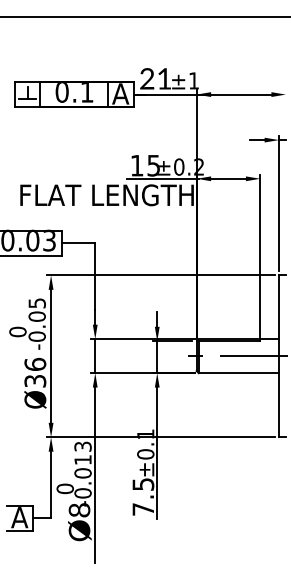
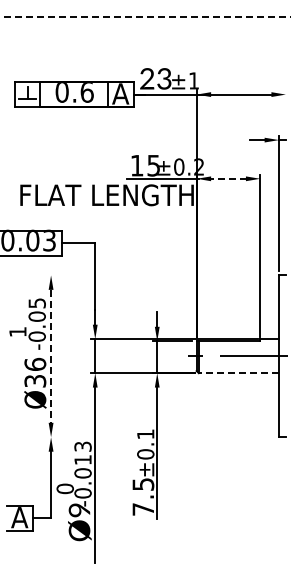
line at (145, 17): solid -> dashed
text at (164, 78): 21 -> 23
text at (86, 92): 0.1 -> 0.6
line at (228, 178): solid -> dashed
line at (160, 275): present -> none
text at (17, 331): 0 -> 1
line at (51, 356): solid -> dashed
line at (238, 373): solid -> dashed
line at (160, 437): present -> none
text at (80, 510): Ø8 -> Ø9
